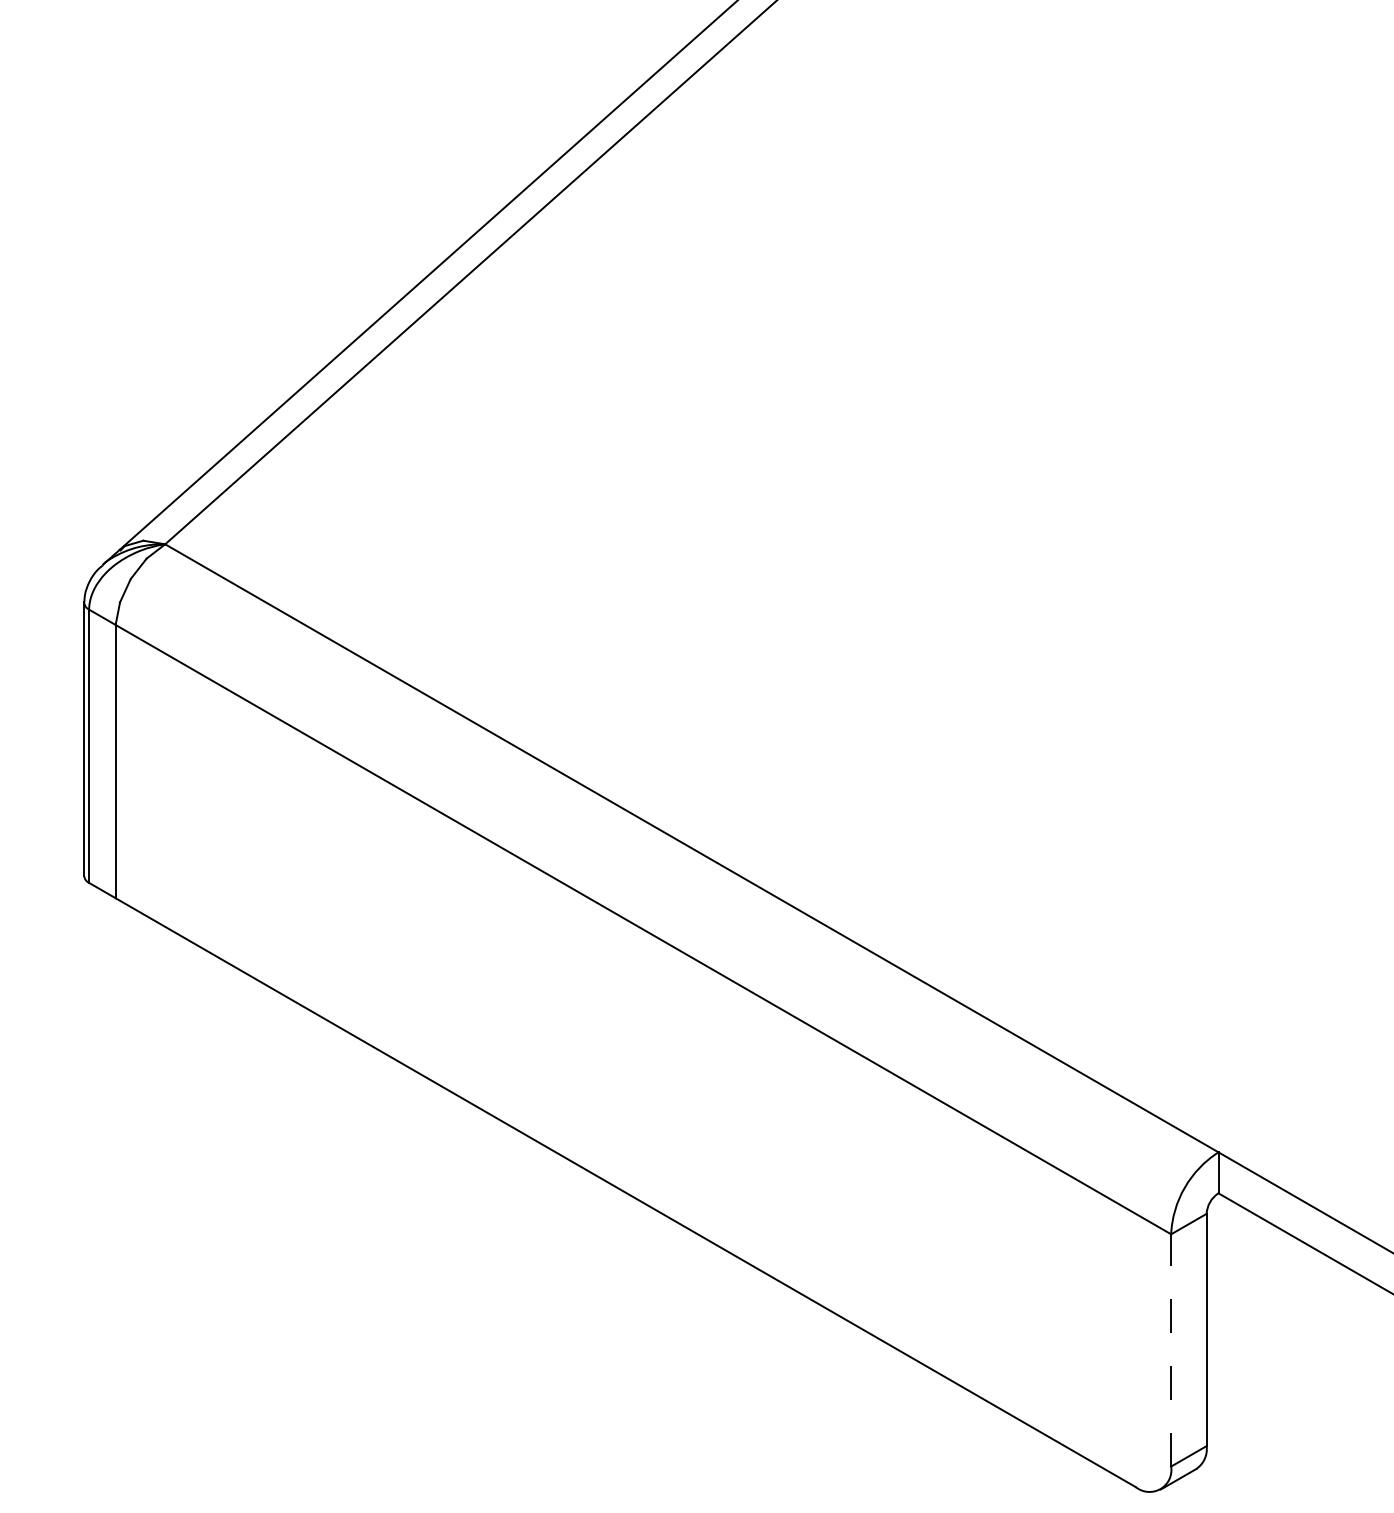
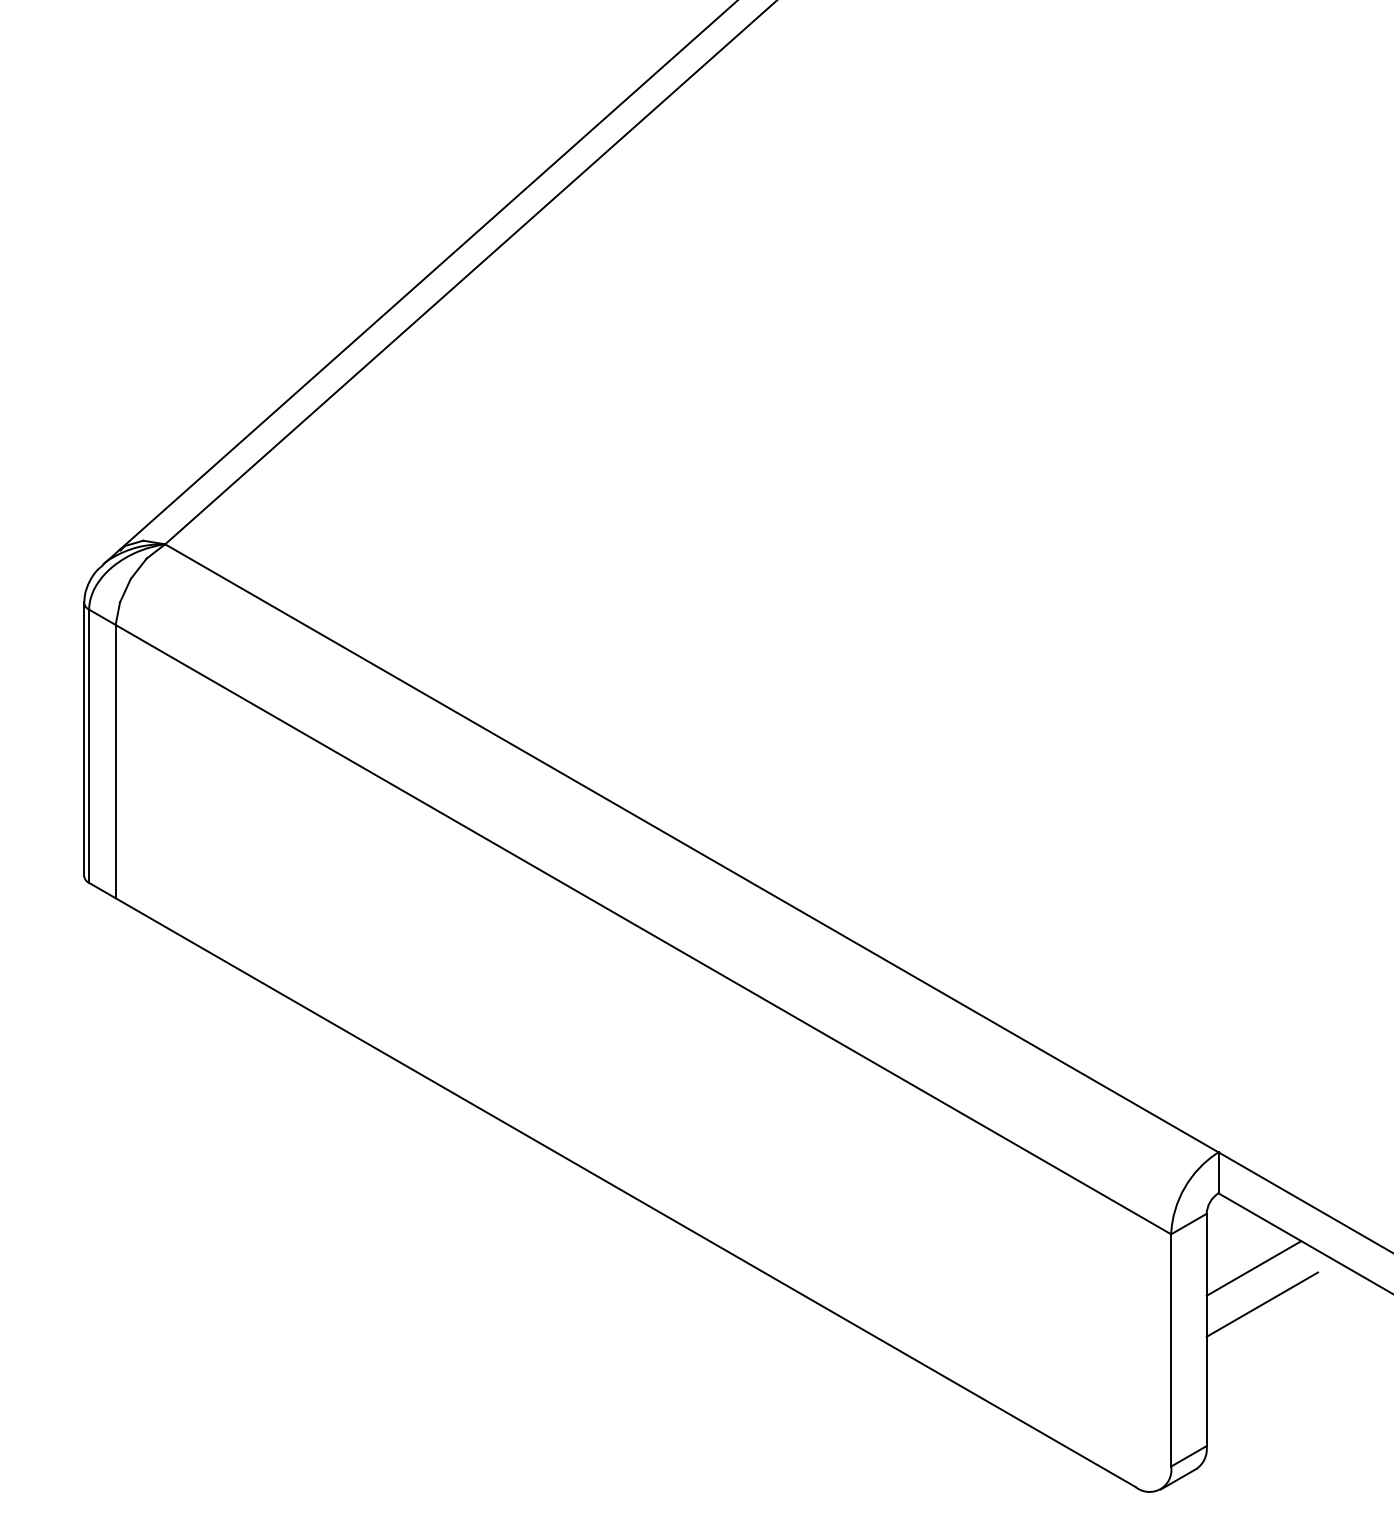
line at (1253, 1268): none -> present
line at (1262, 1304): none -> present
line at (1171, 1349): dashed -> solid
